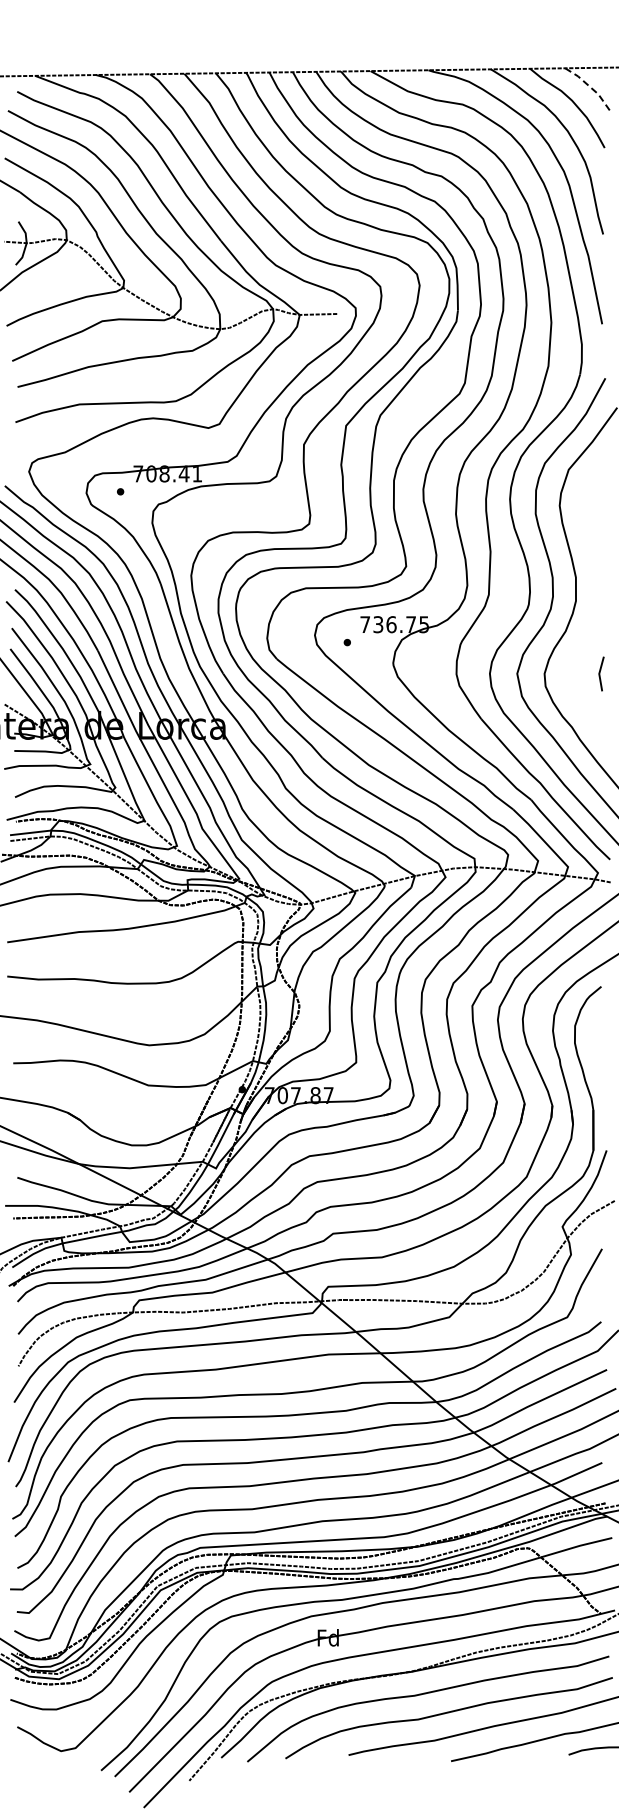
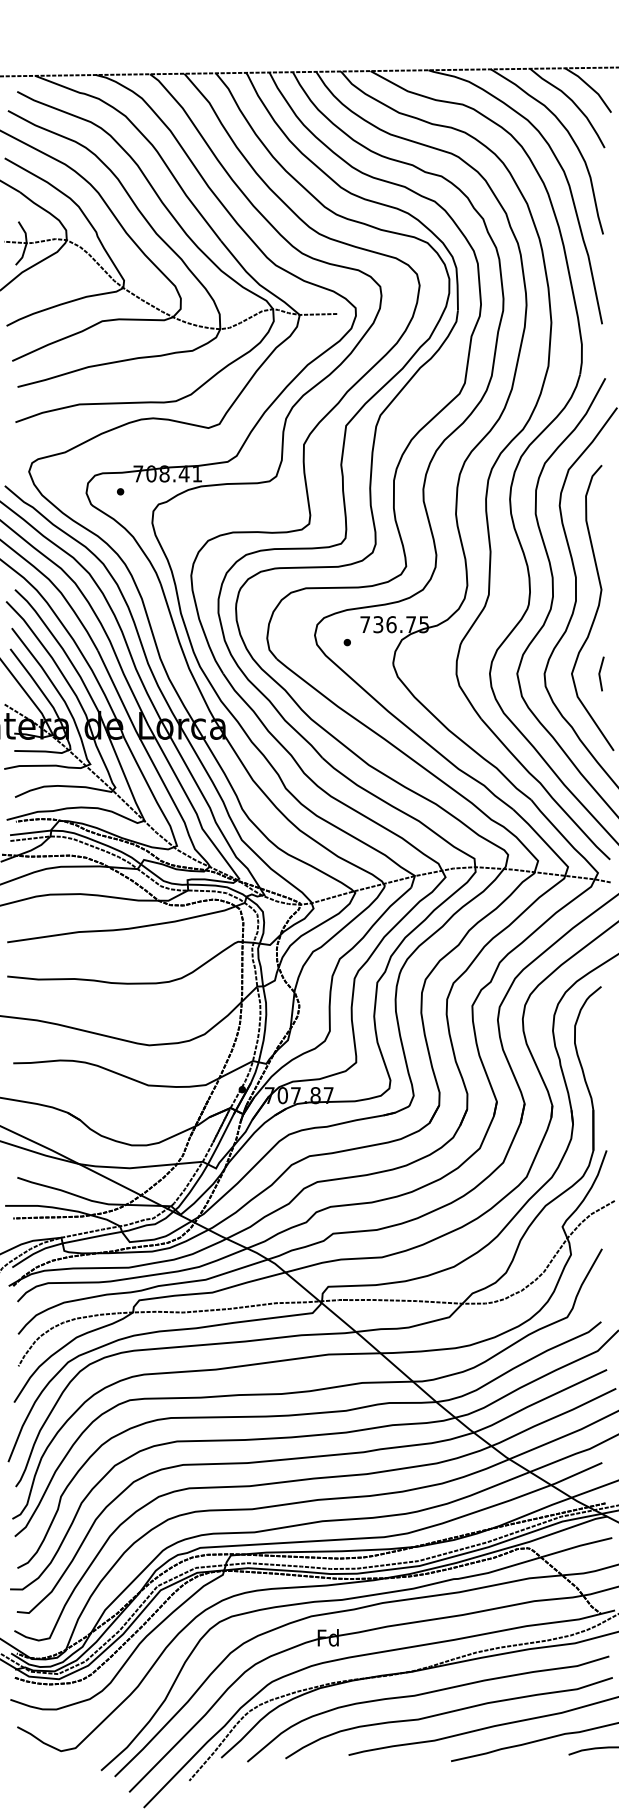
line at (591, 87): dashed -> solid
curve at (596, 609): none -> present
